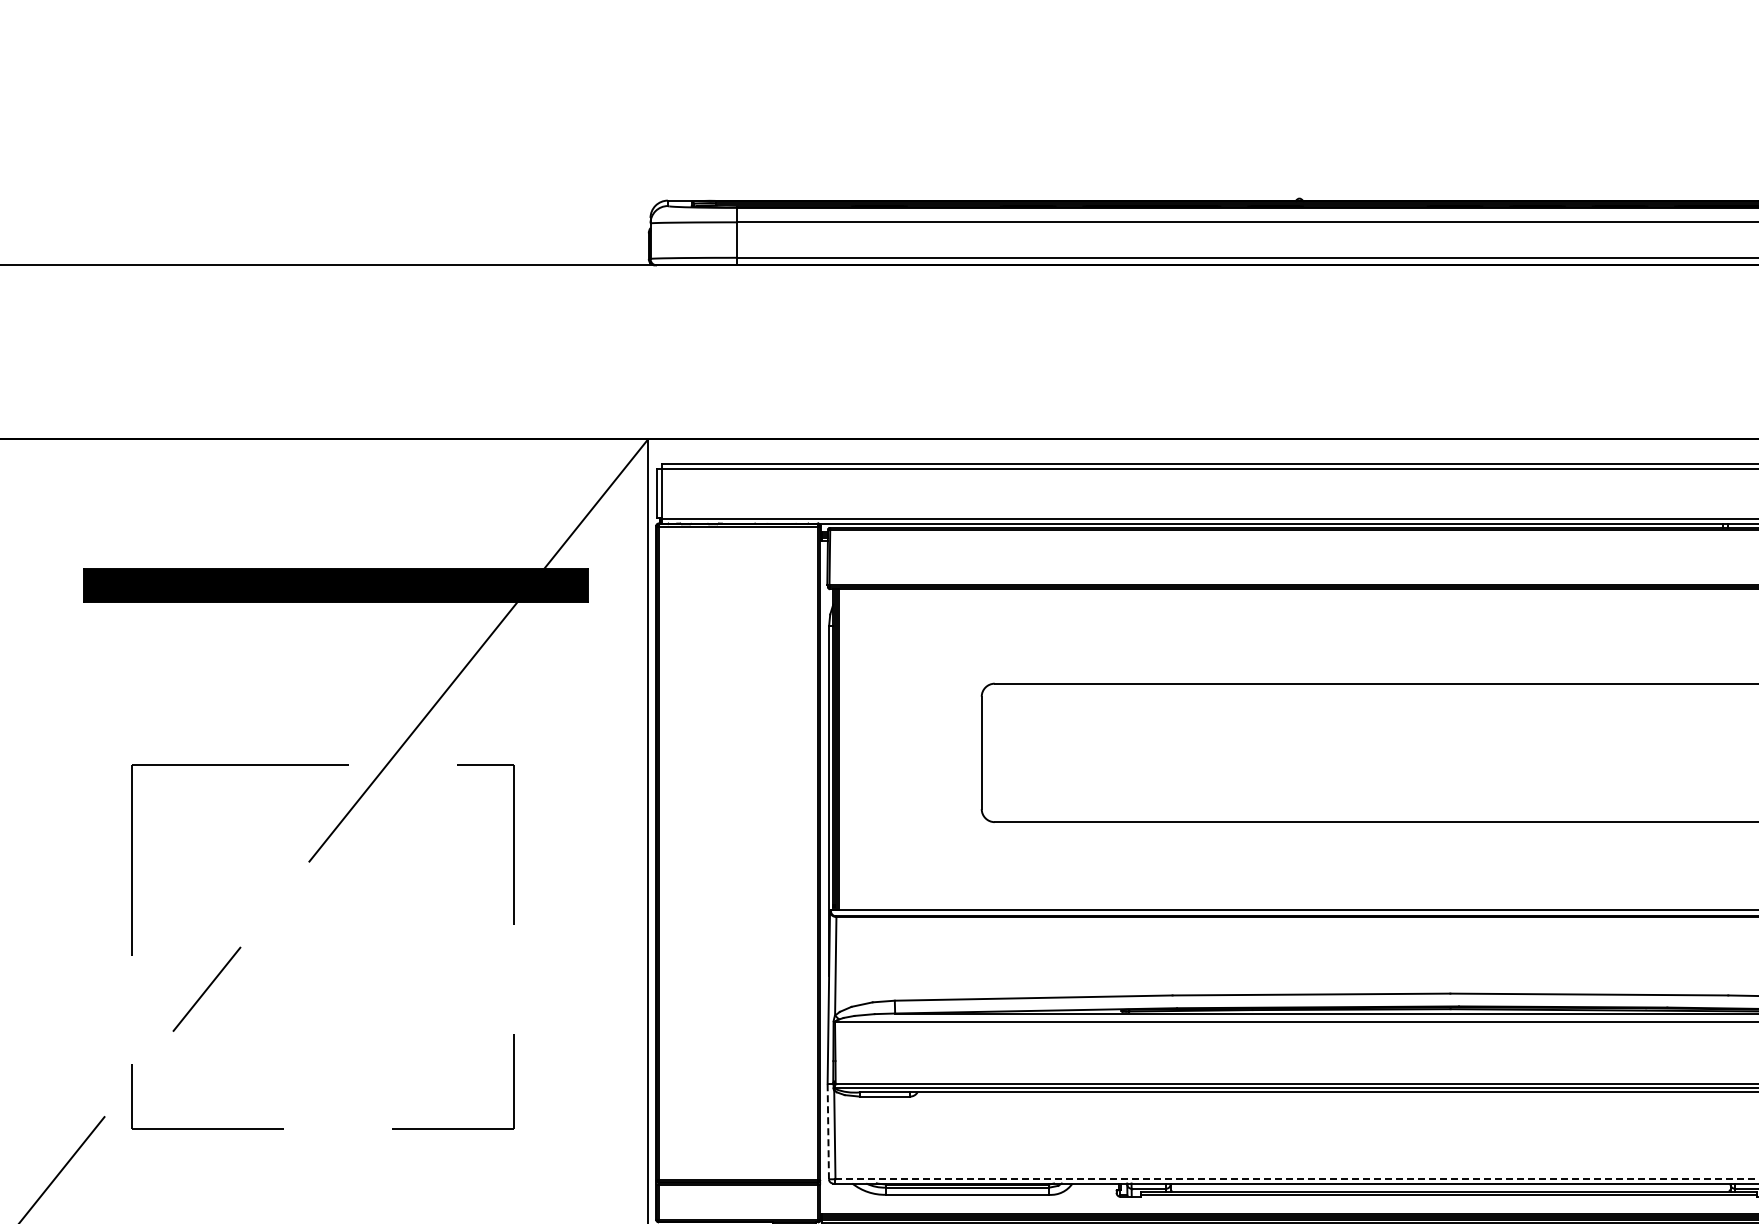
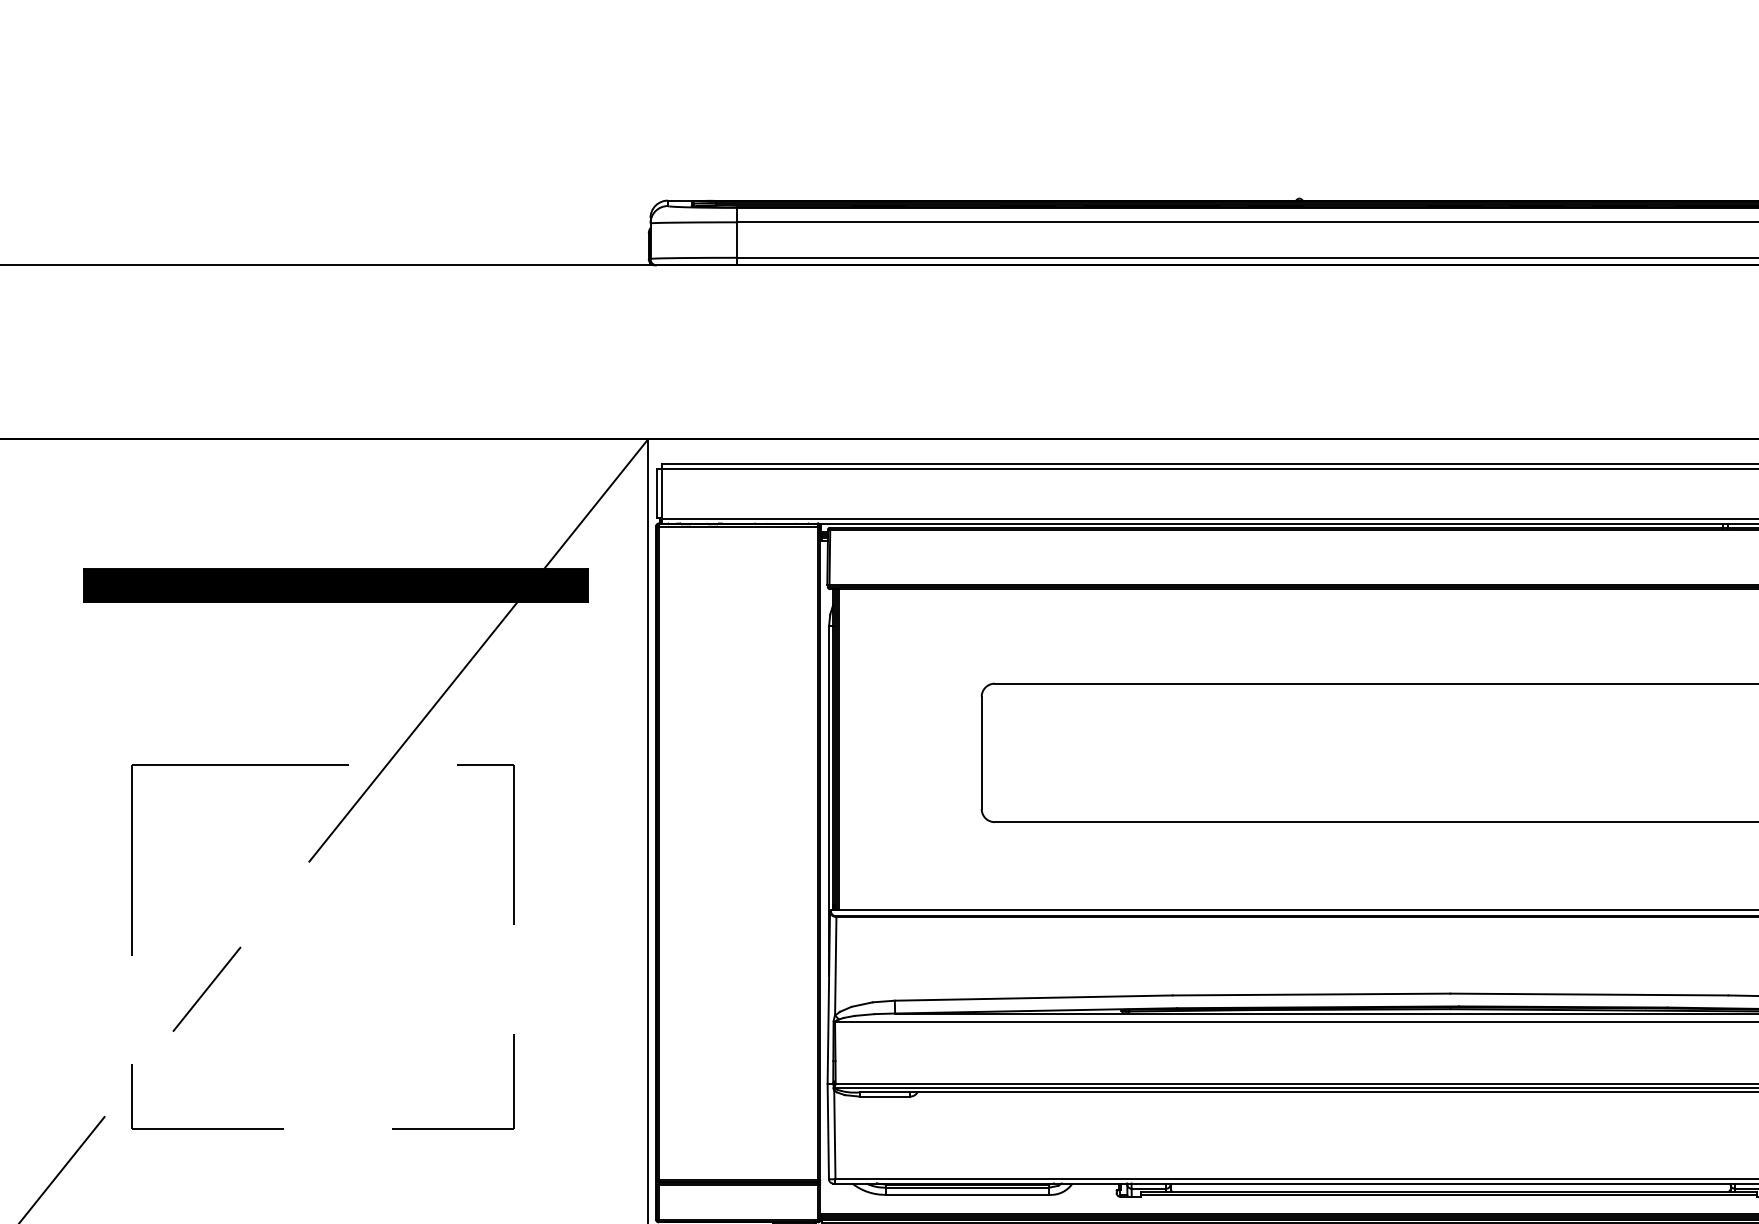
line at (828, 1131): dashed -> solid
line at (1297, 1179): dashed -> solid
